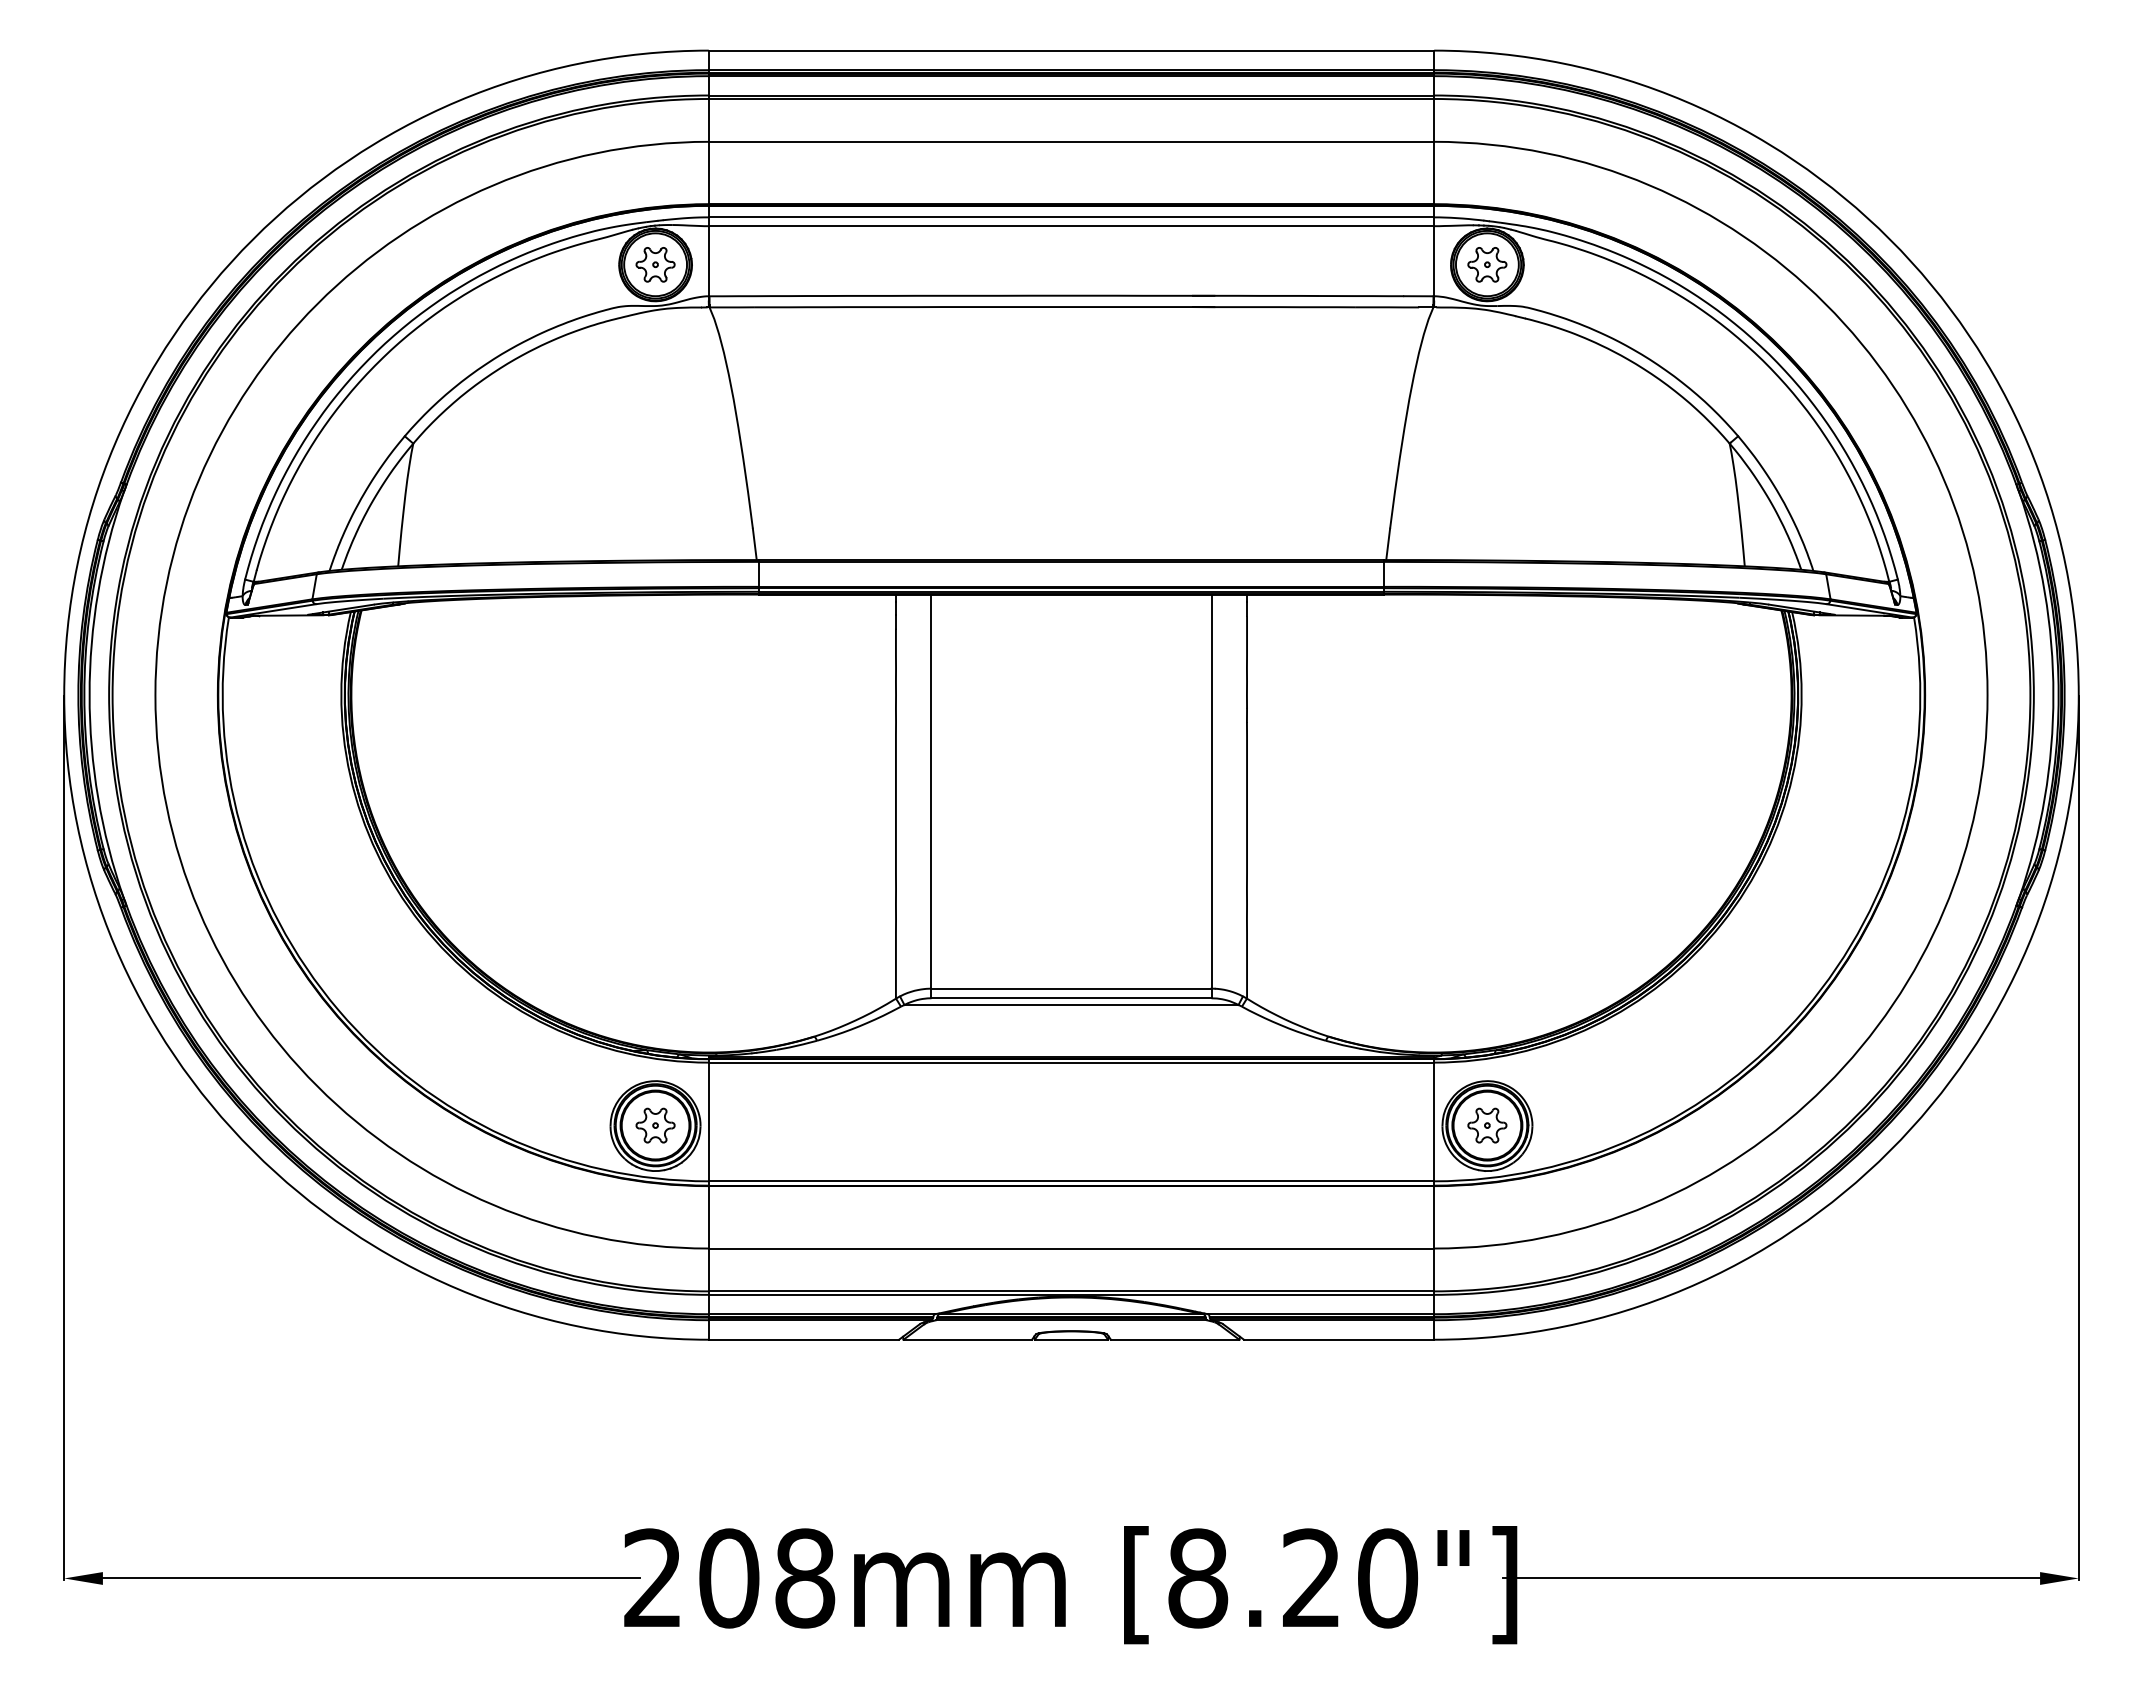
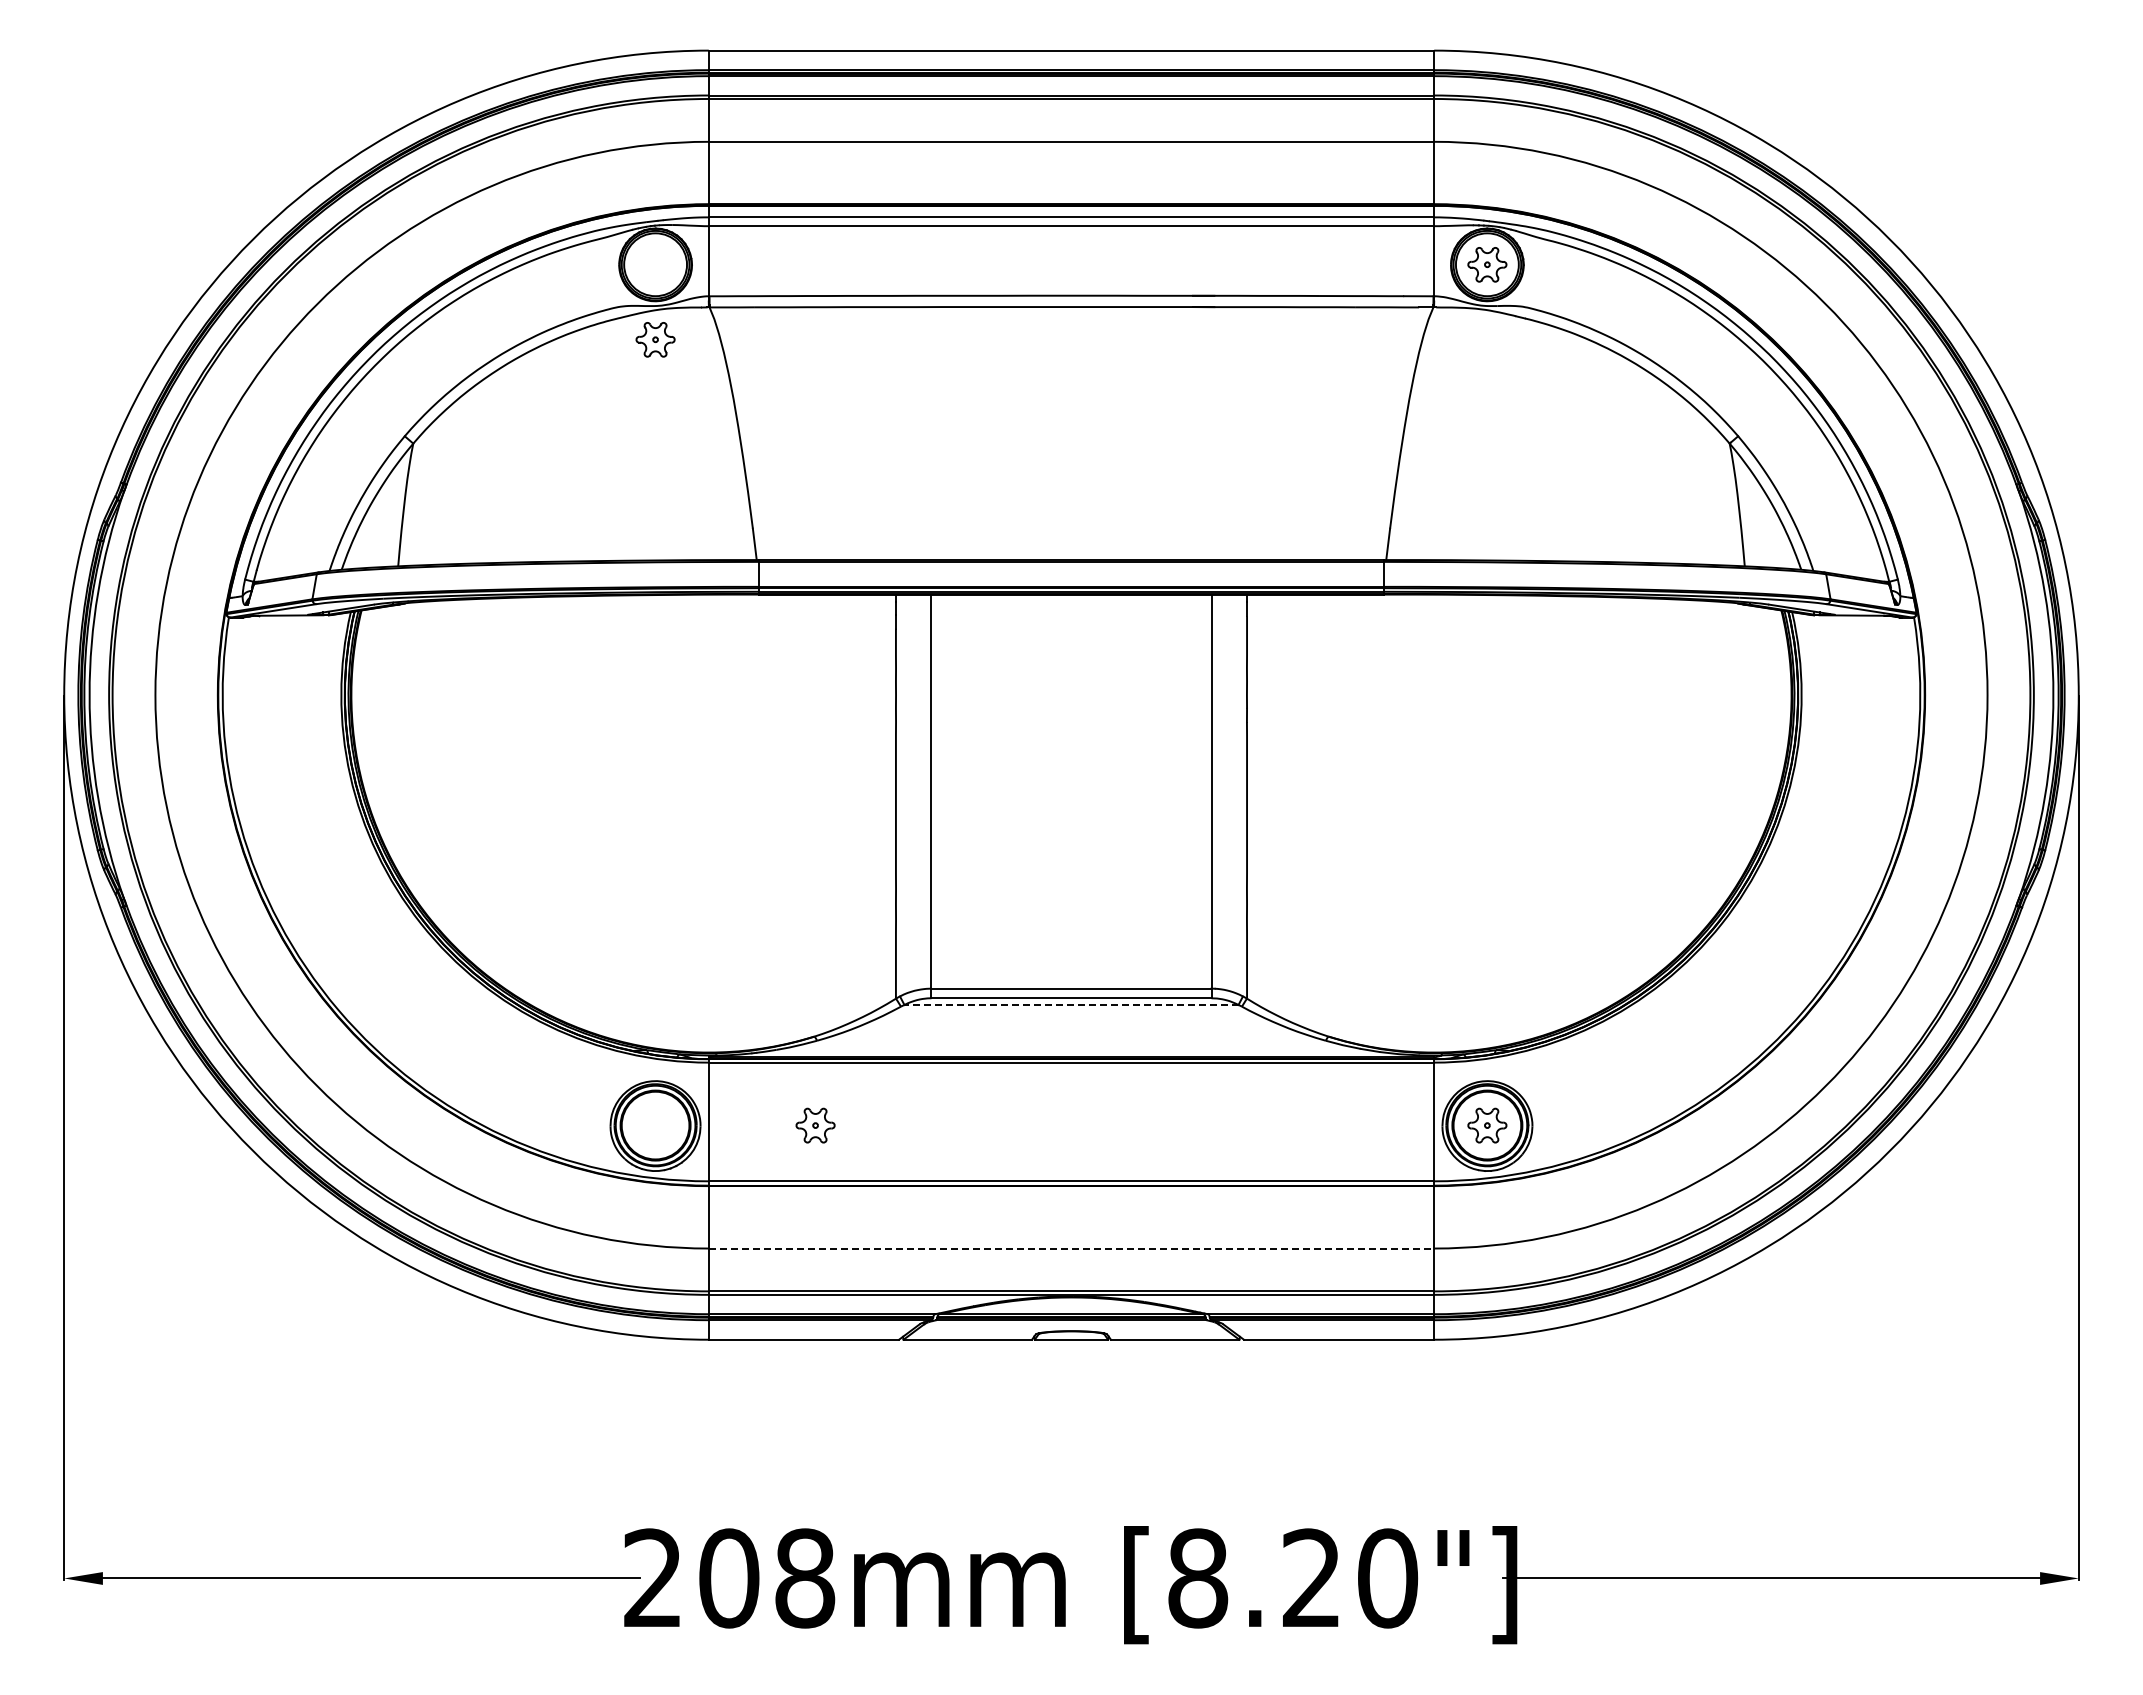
part at (655, 264) position: (655, 264) -> (655, 339)
line at (1071, 1004): solid -> dashed
part at (655, 1125) position: (655, 1125) -> (815, 1125)
line at (1071, 1248): solid -> dashed
